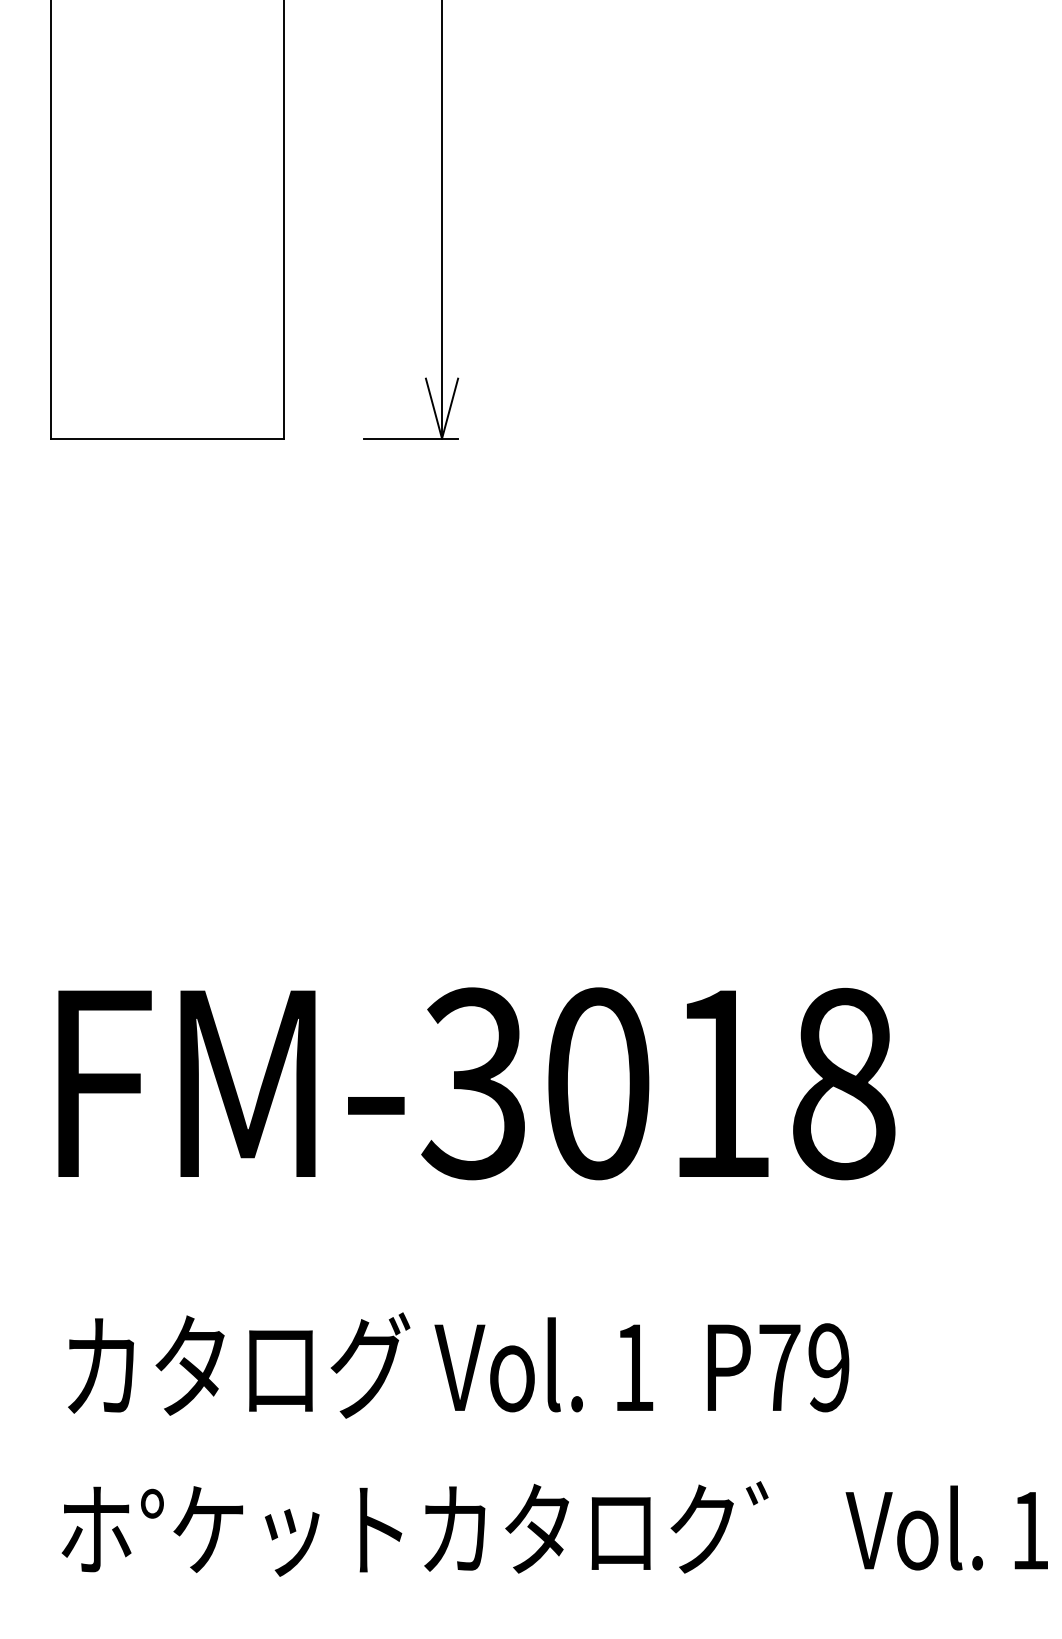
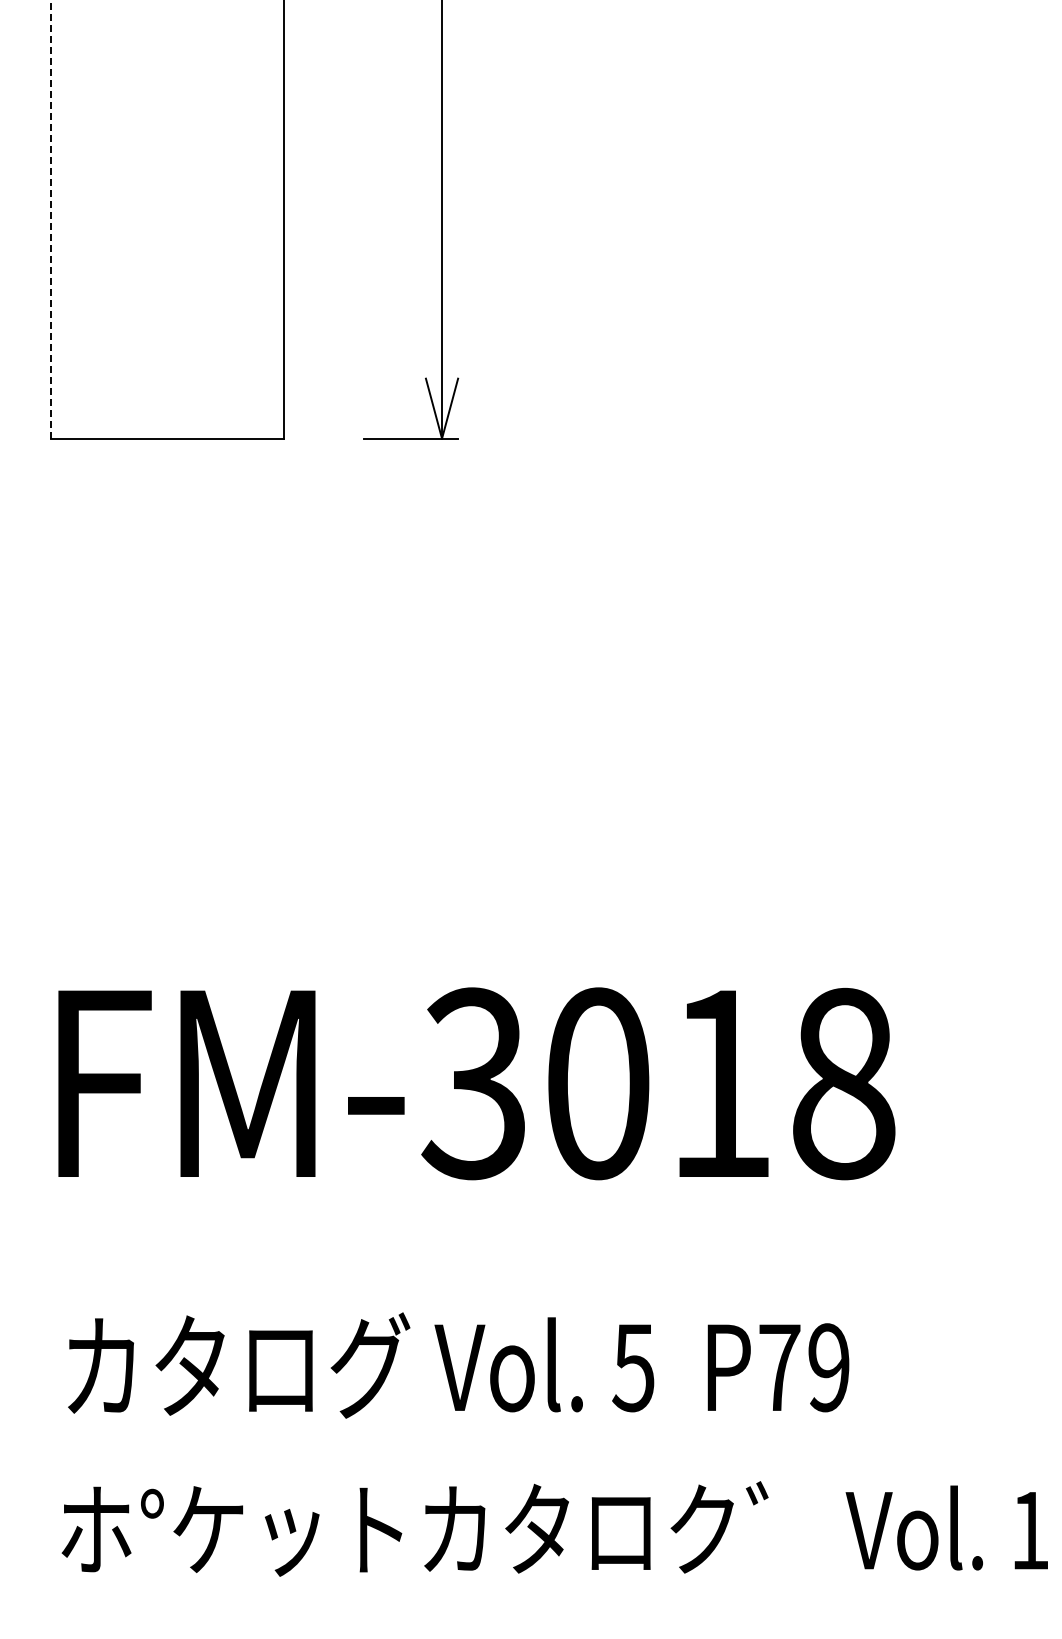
line at (51, 219): solid -> dashed
text at (633, 1368): 1 -> 5
